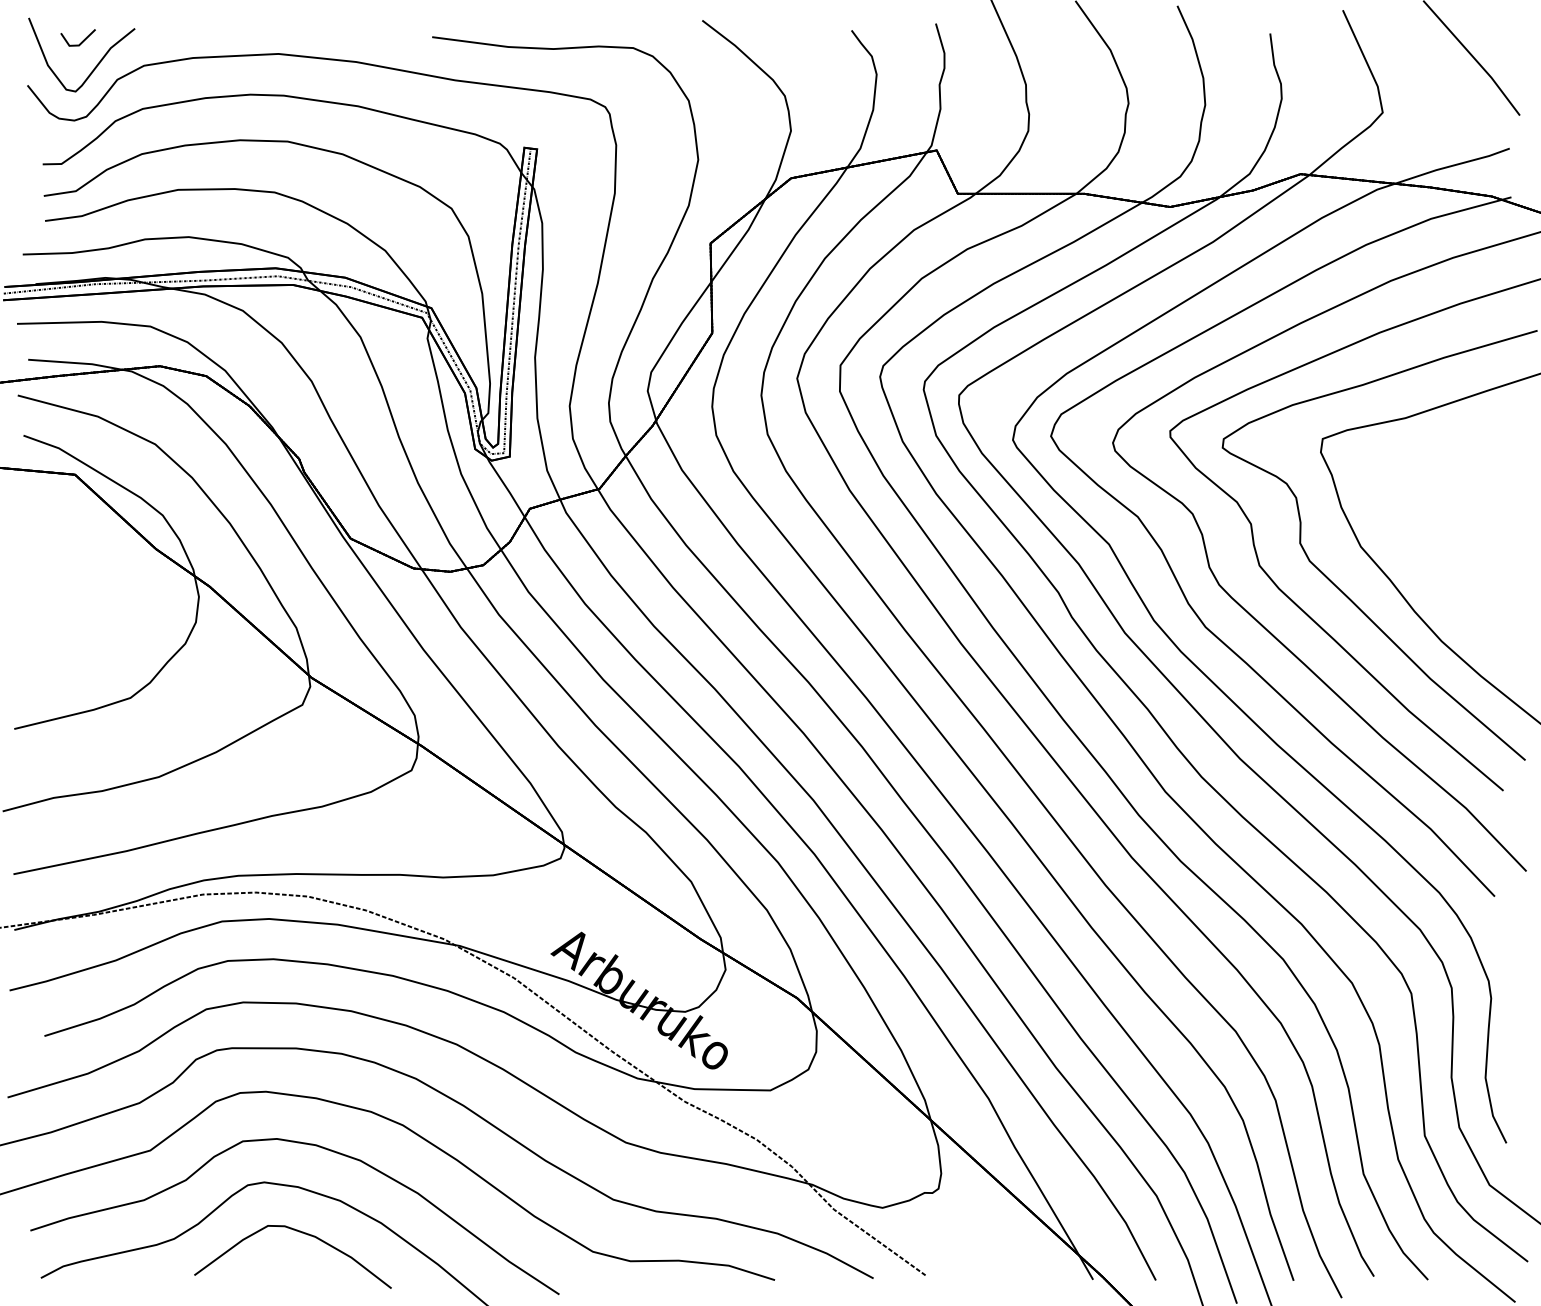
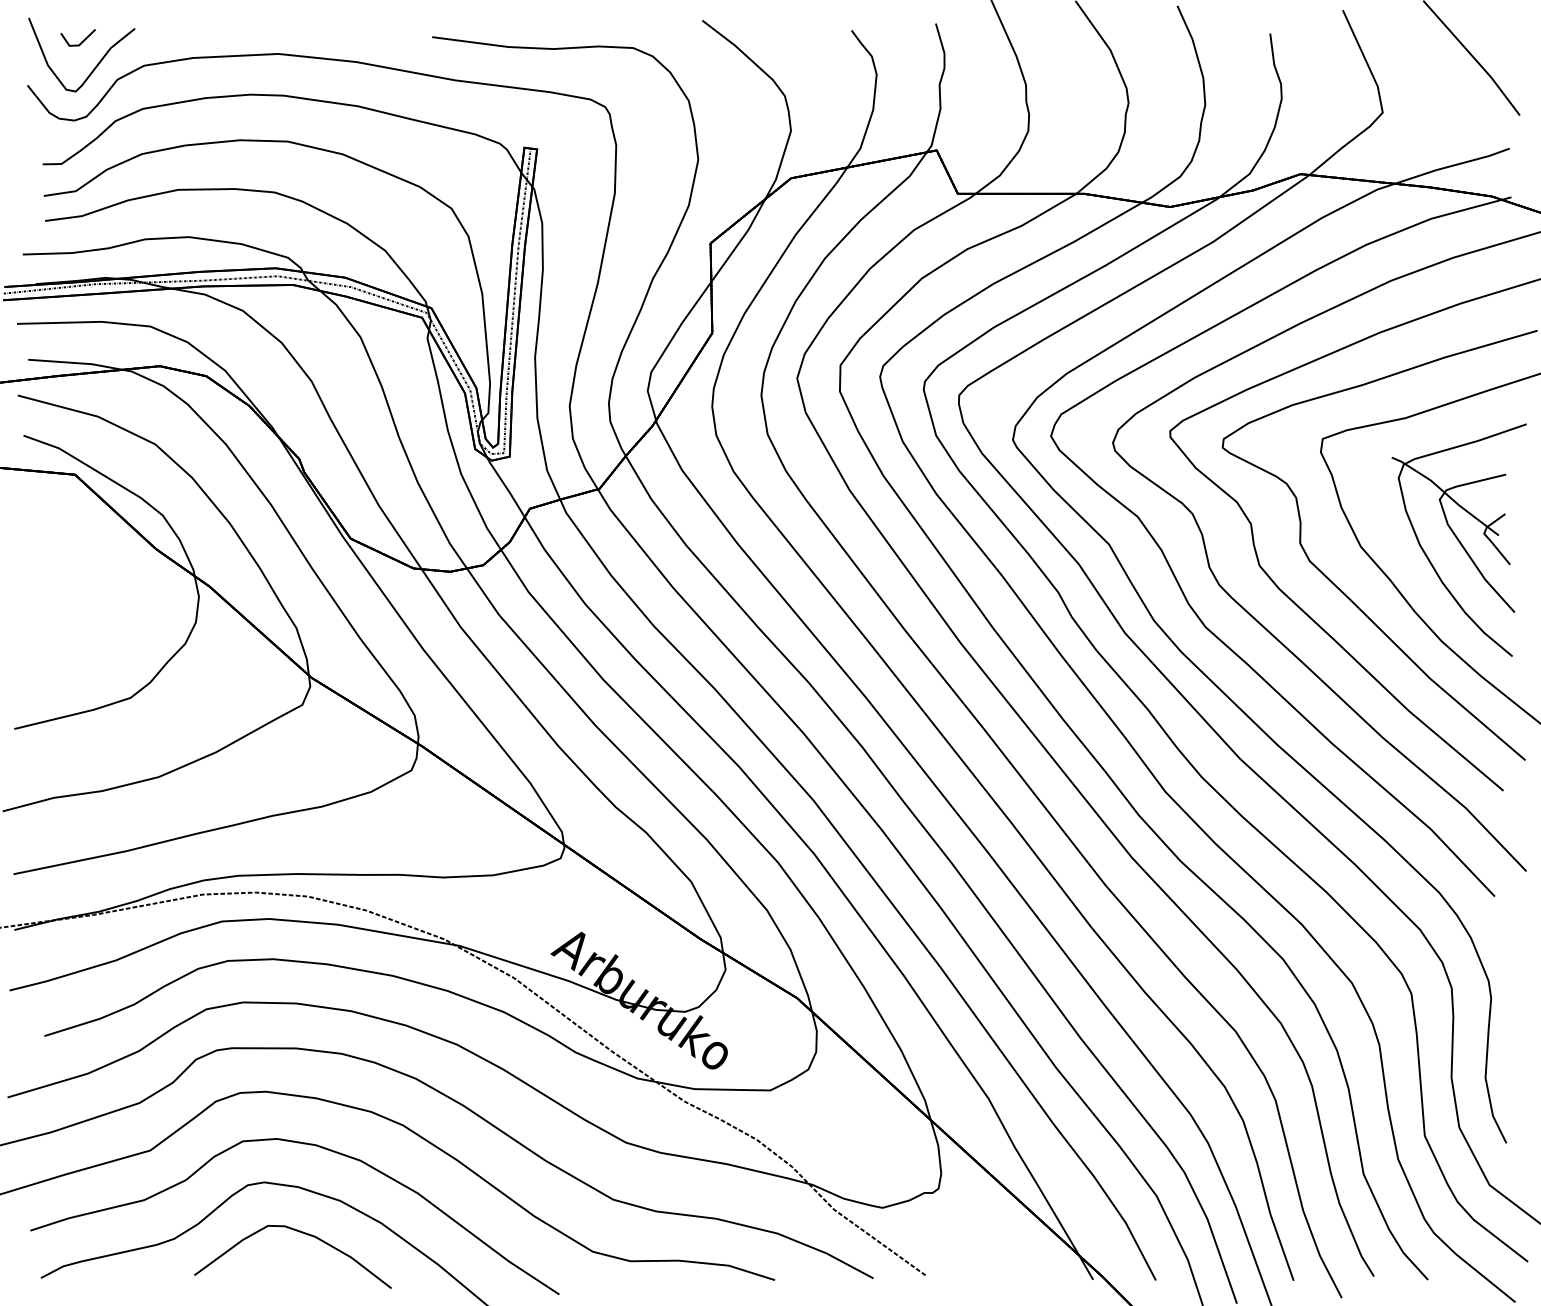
part at (1458, 539): none -> present
